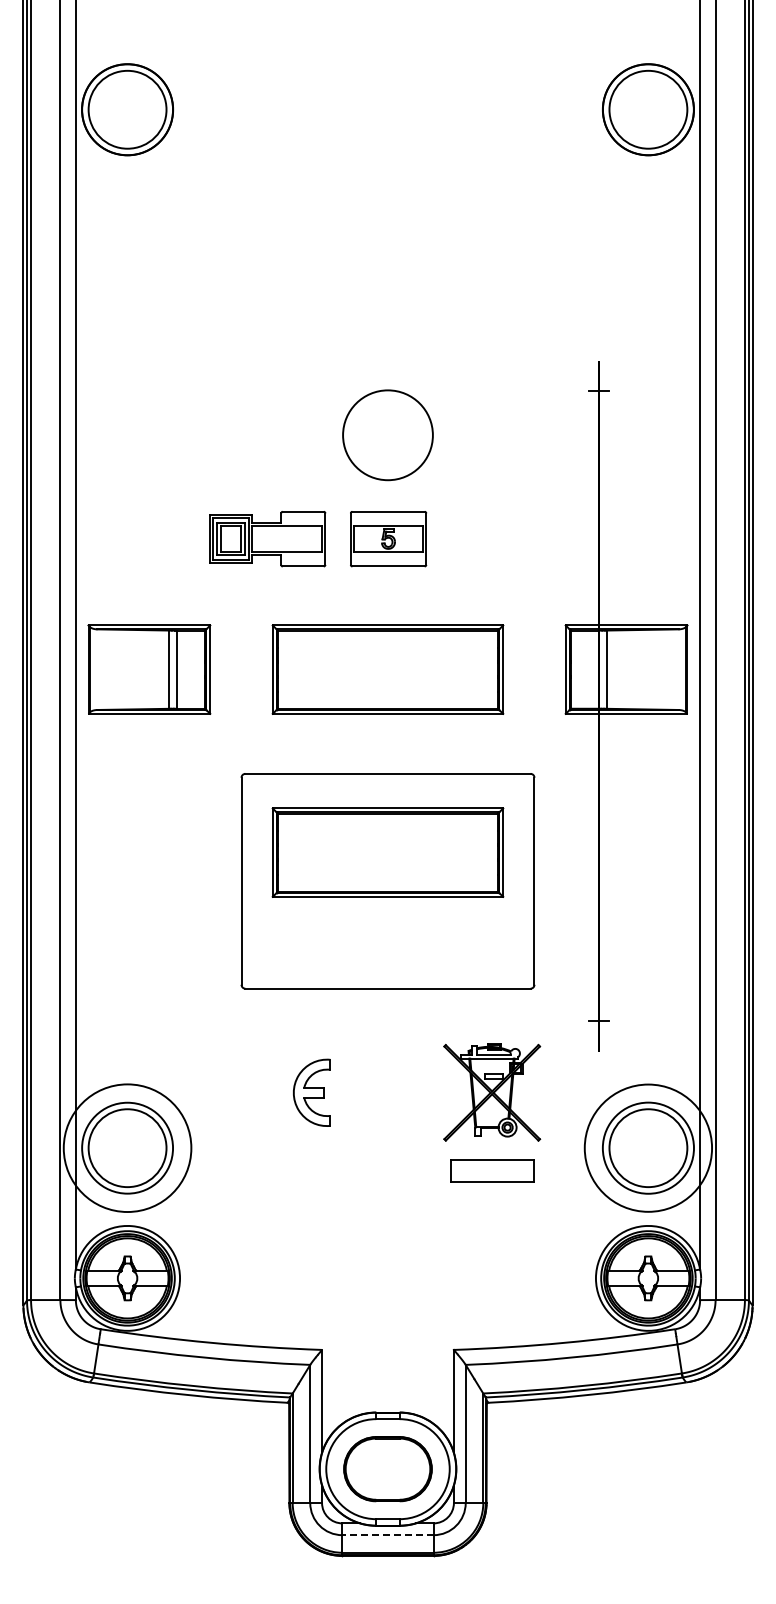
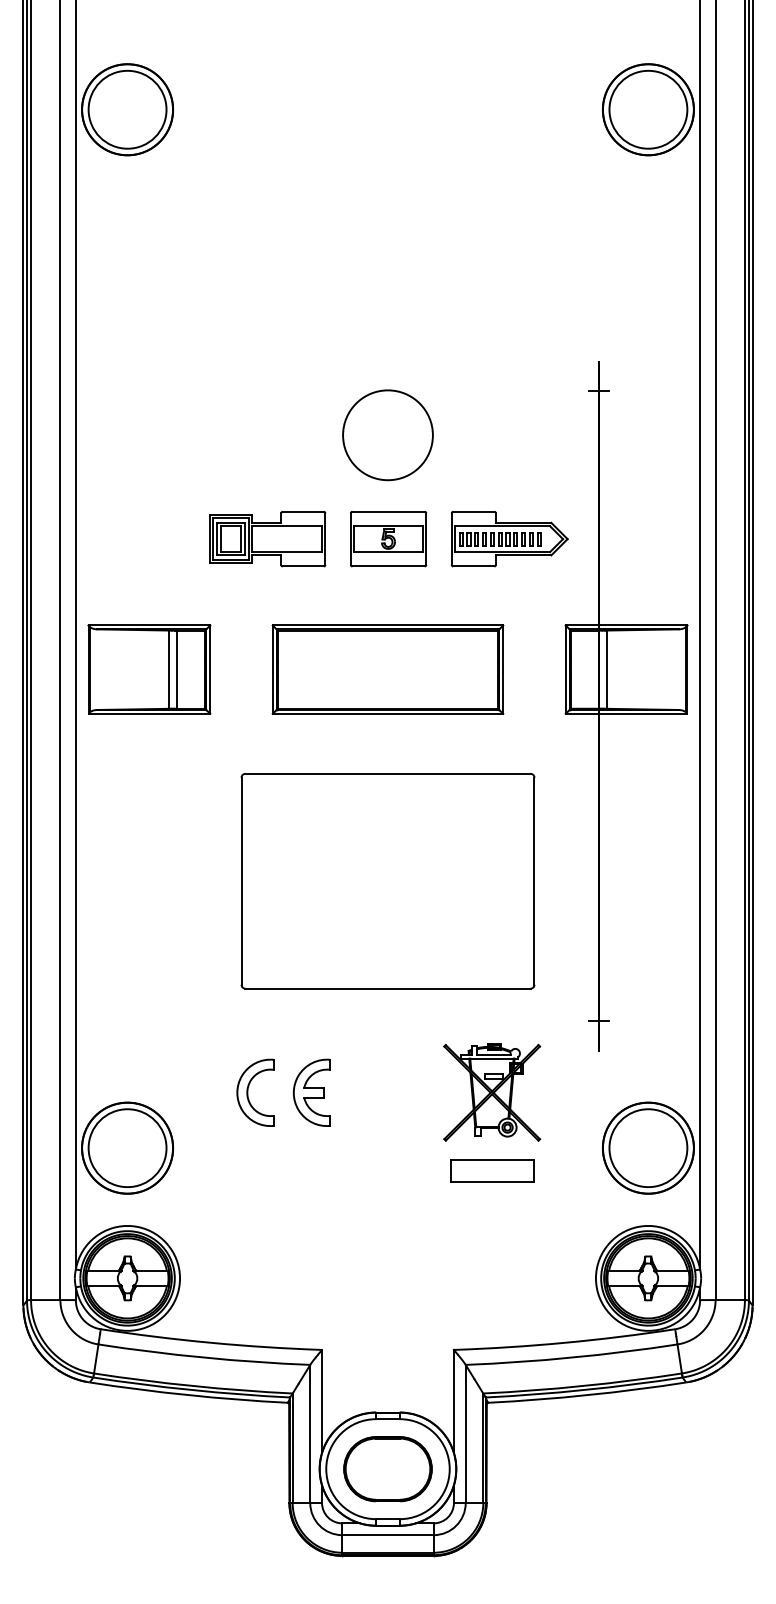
part at (509, 539): none -> present
part at (387, 852): present -> none
part at (248, 1092): none -> present
circle at (648, 1147) diameter: 127 px -> 91 px
circle at (127, 1148) diameter: 128 px -> 91 px
line at (388, 1535): dashed -> solid
